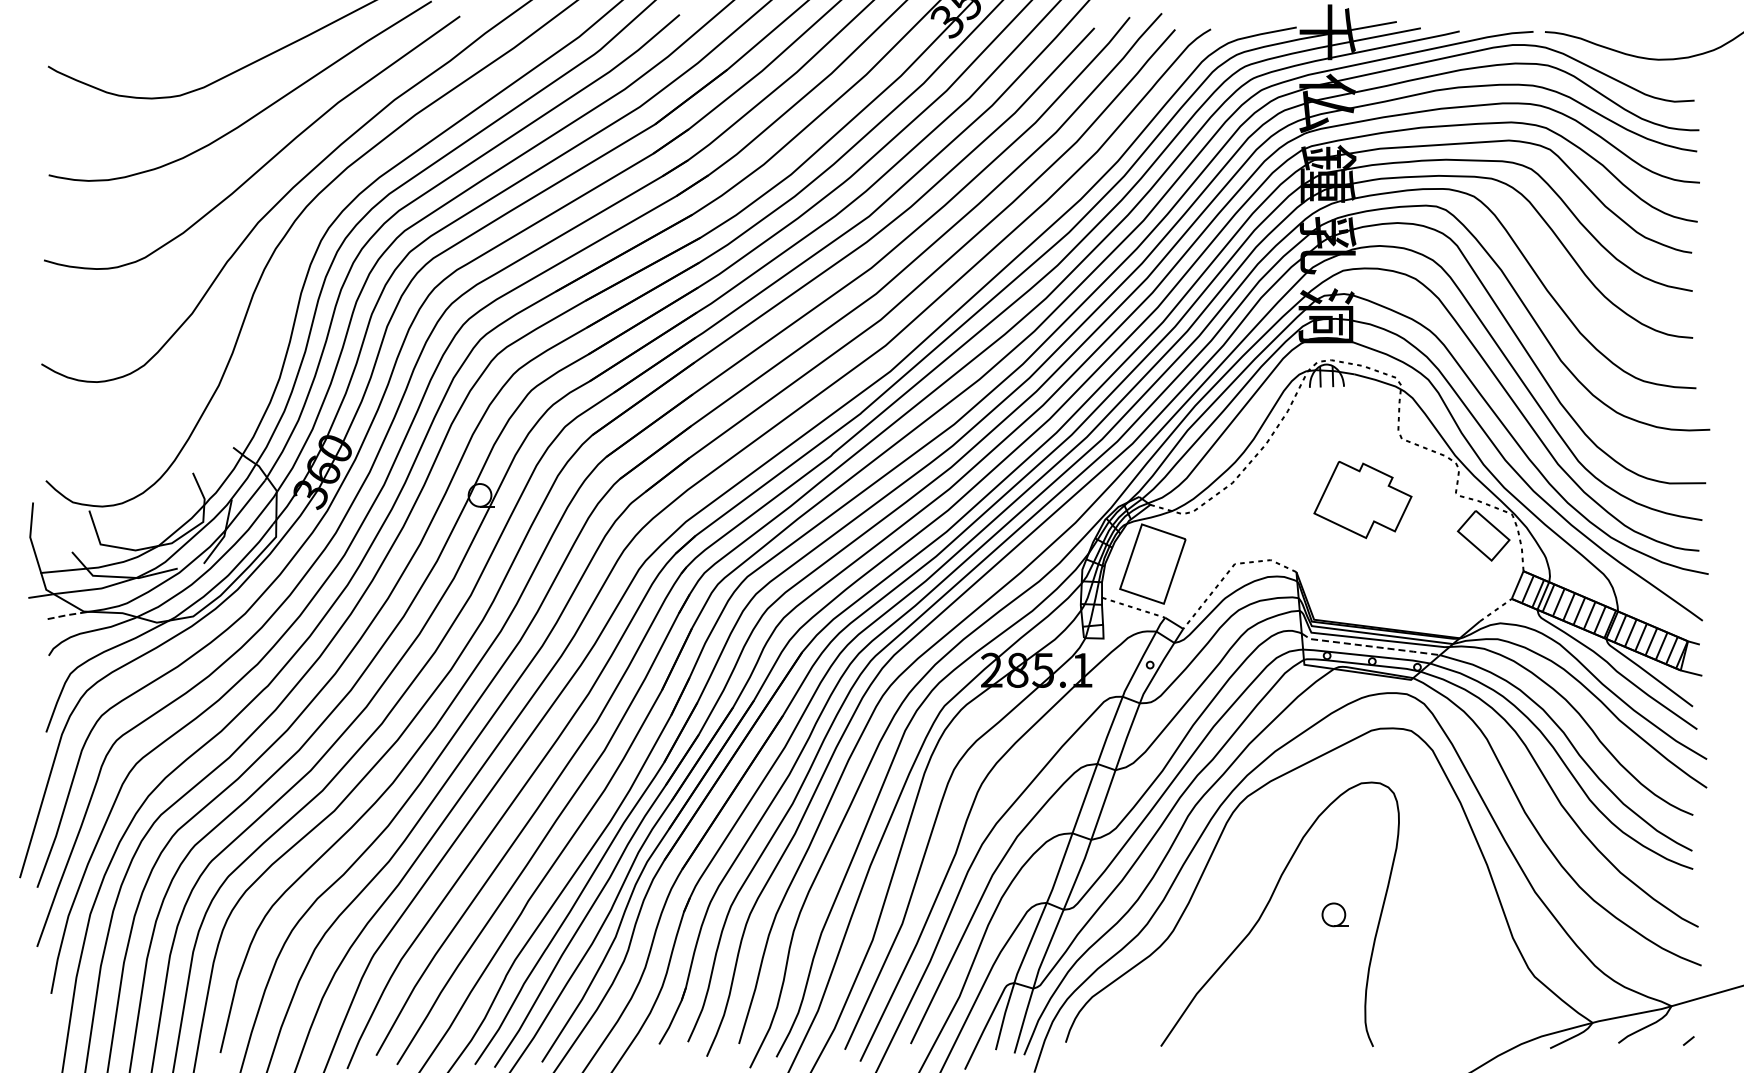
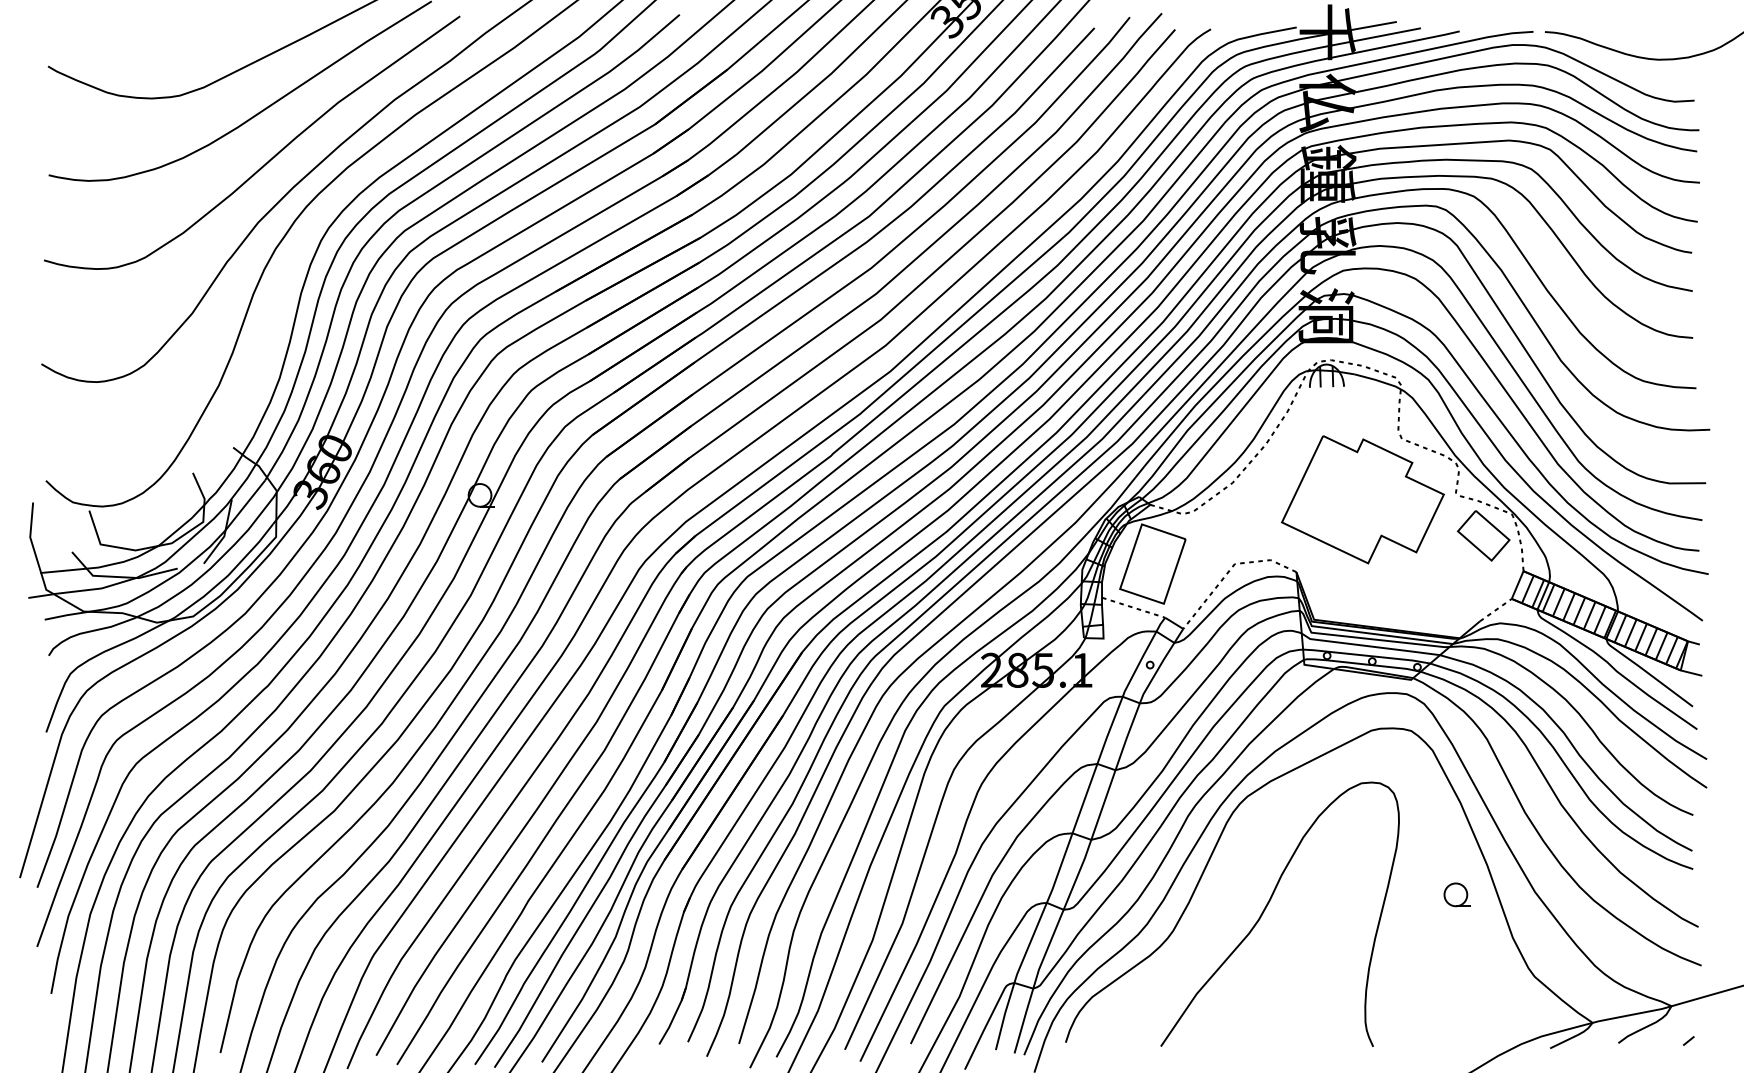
part at (1362, 500) size: 100x79 px -> 164x130 px
line at (66, 615): dashed -> solid
line at (1369, 646): dashed -> solid
part at (1334, 914) position: (1334, 914) -> (1456, 894)
